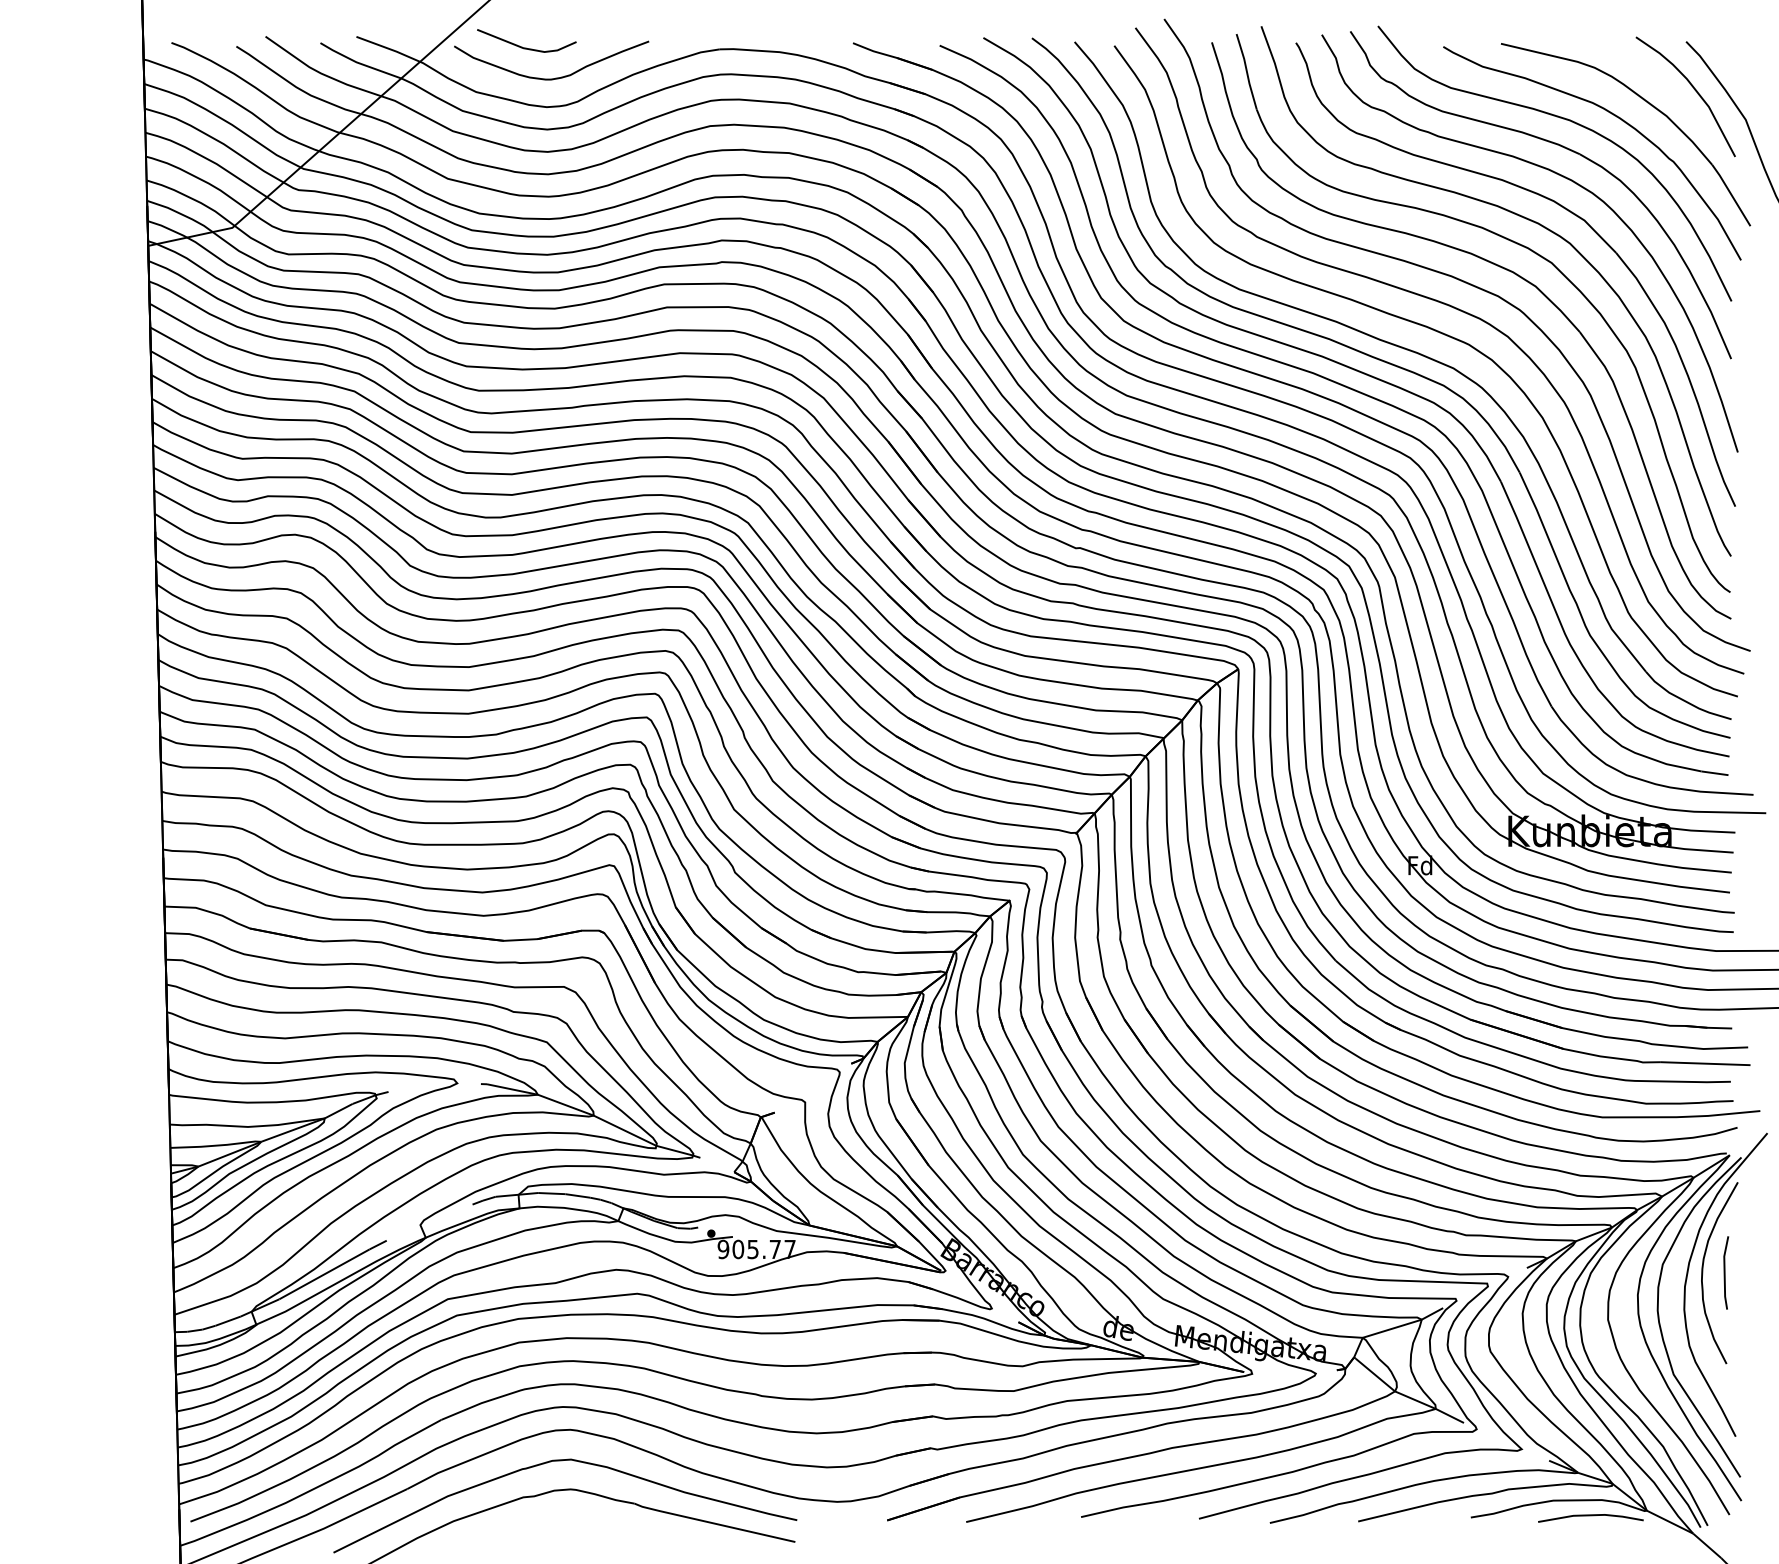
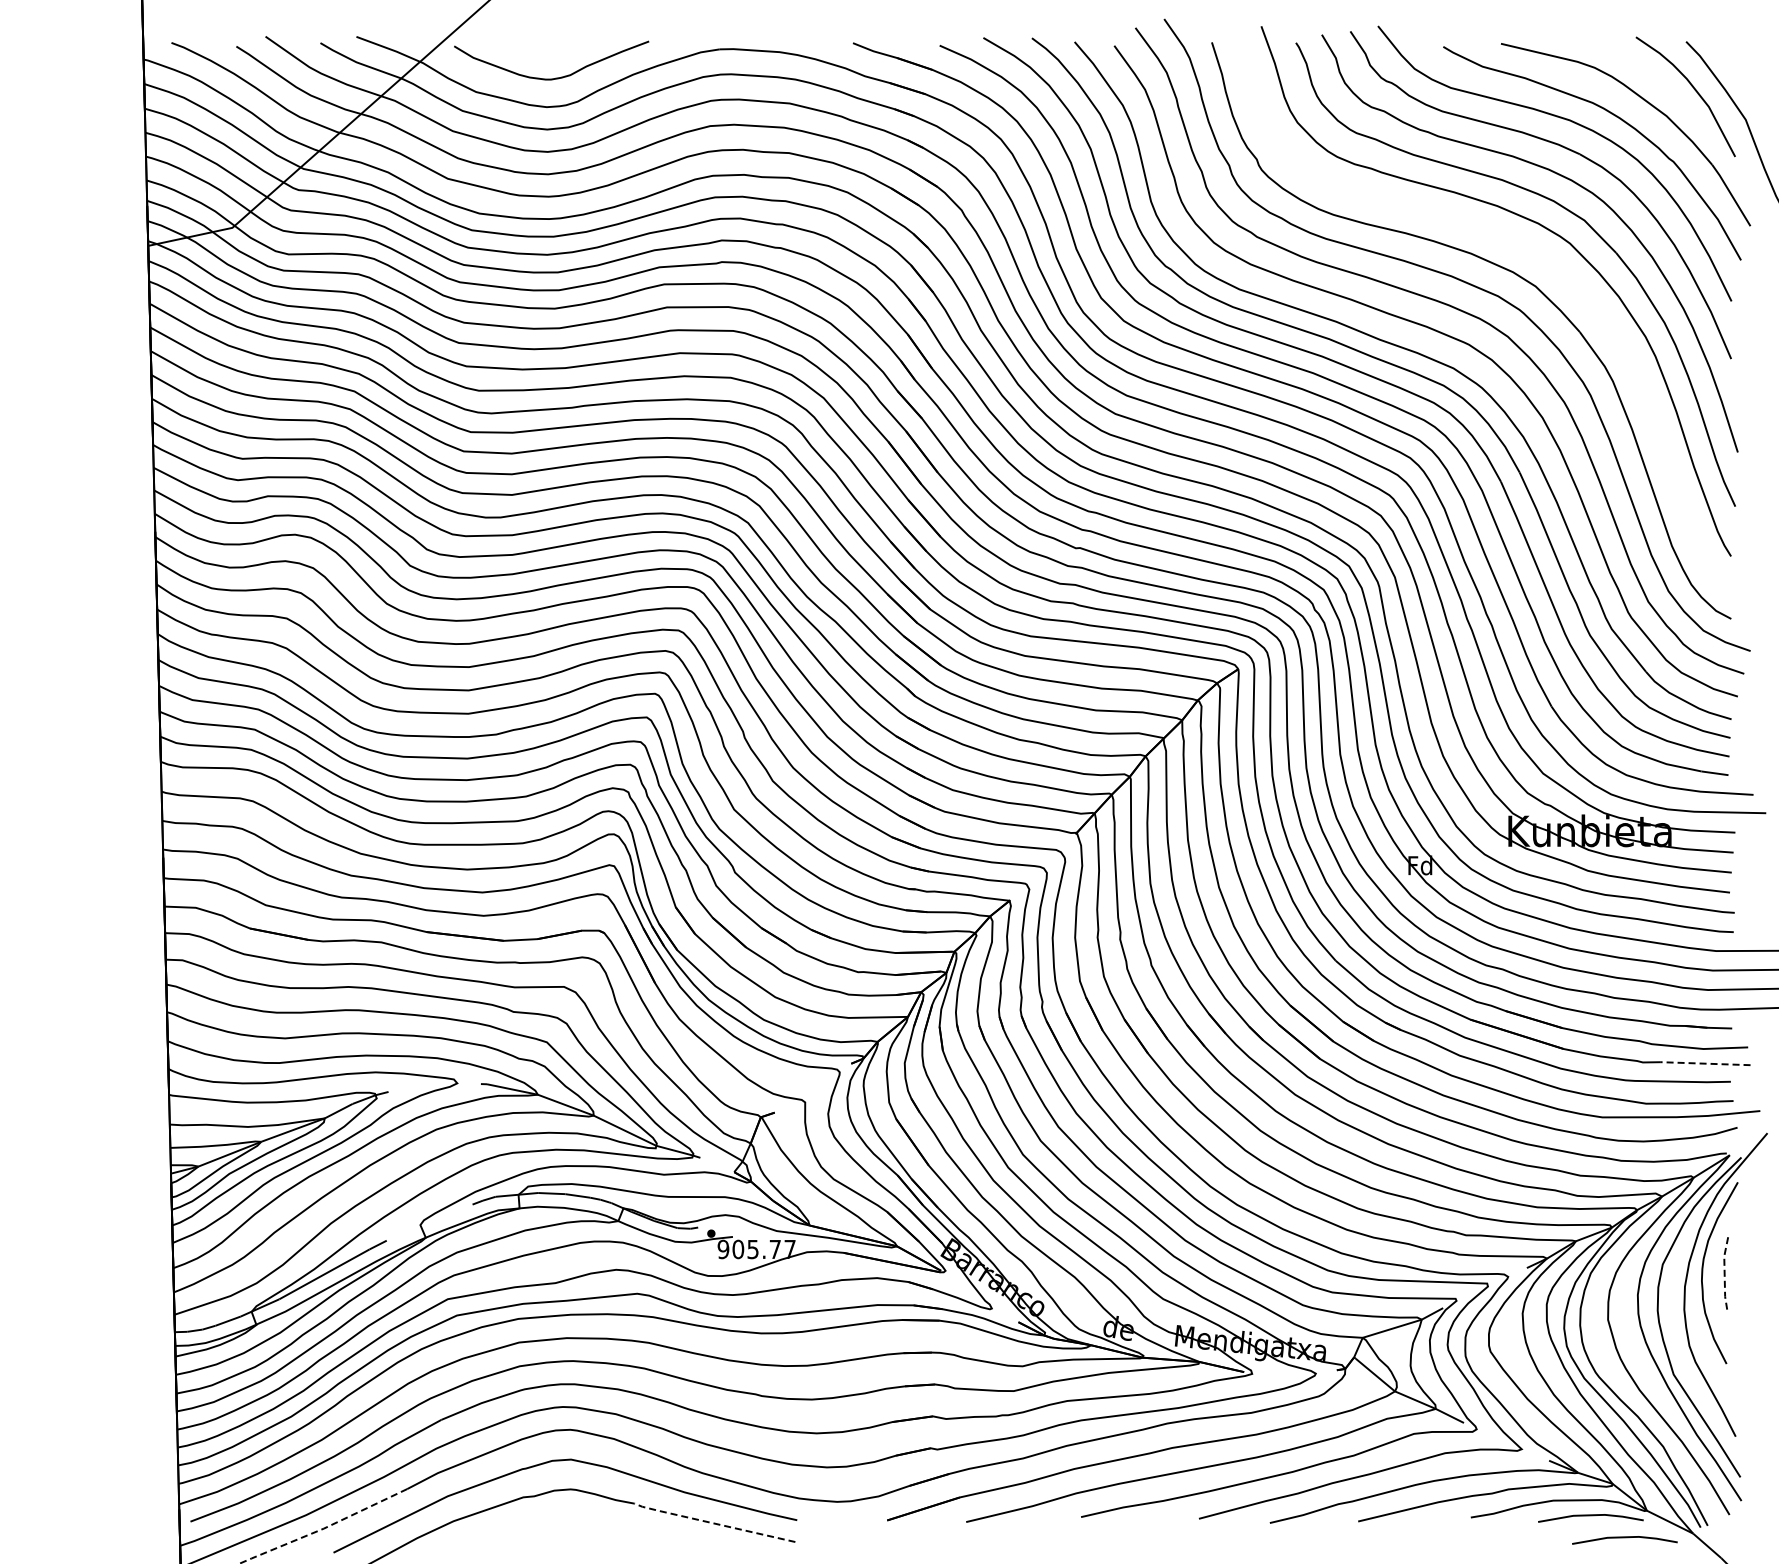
line at (526, 47): present -> none
part at (1516, 244): present -> none
line at (1705, 1063): solid -> dashed
line at (1724, 1273): solid -> dashed
line at (712, 1523): solid -> dashed
line at (323, 1528): solid -> dashed
line at (1624, 1538): none -> present
